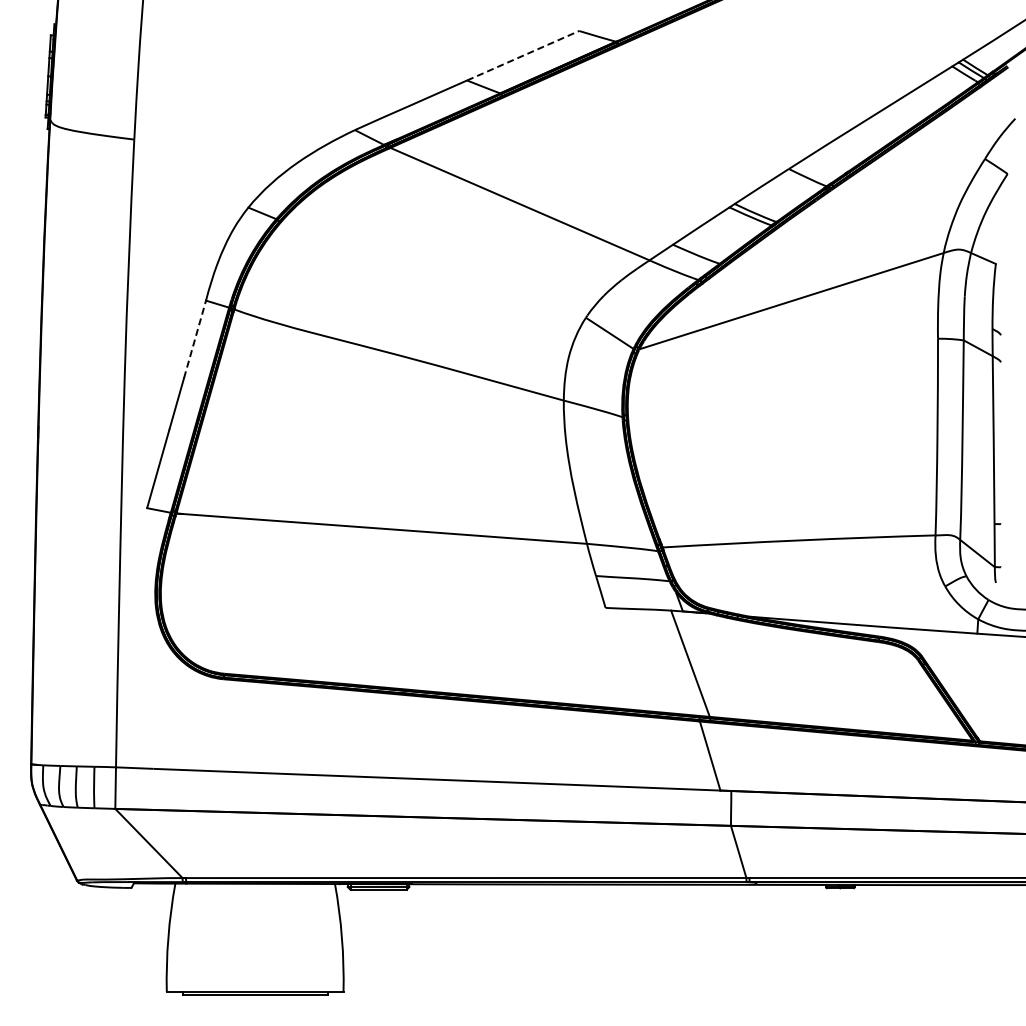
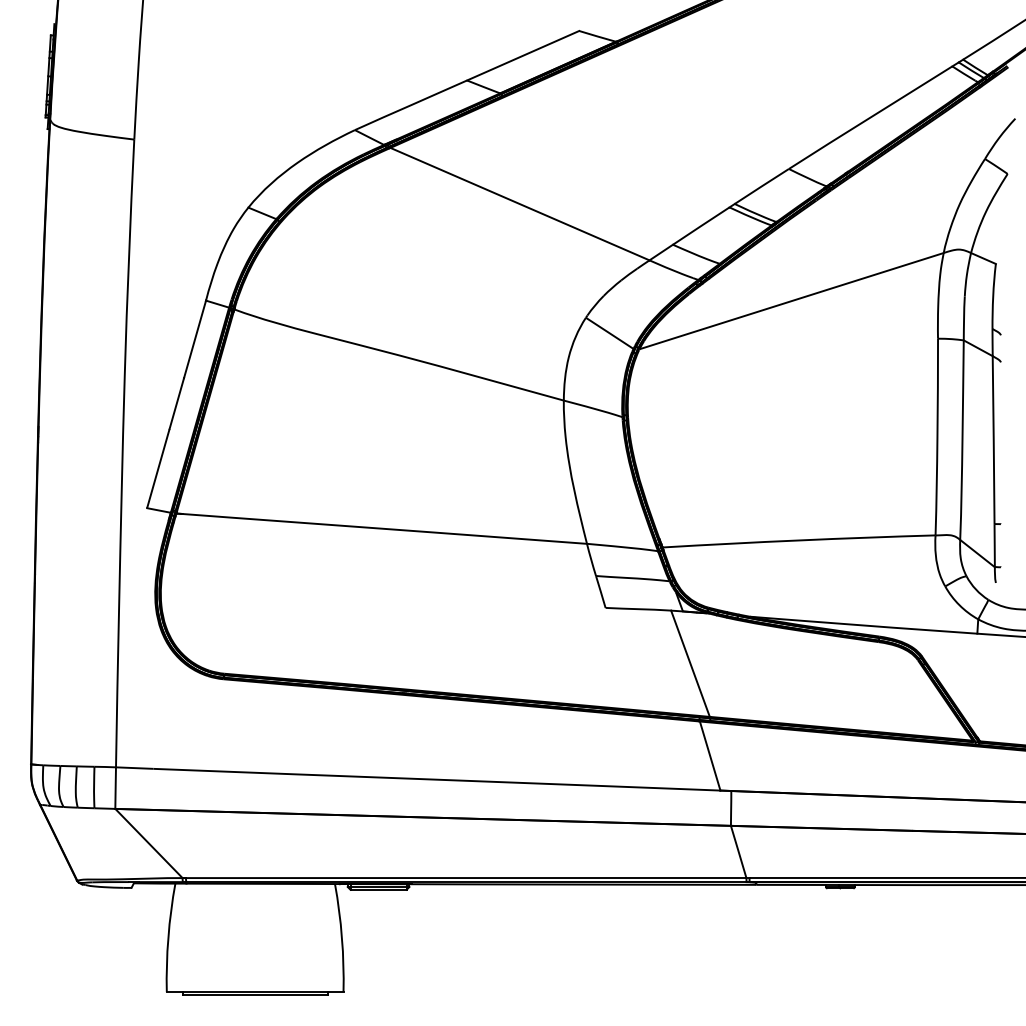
line at (523, 55): dashed -> solid
line at (195, 339): dashed -> solid
